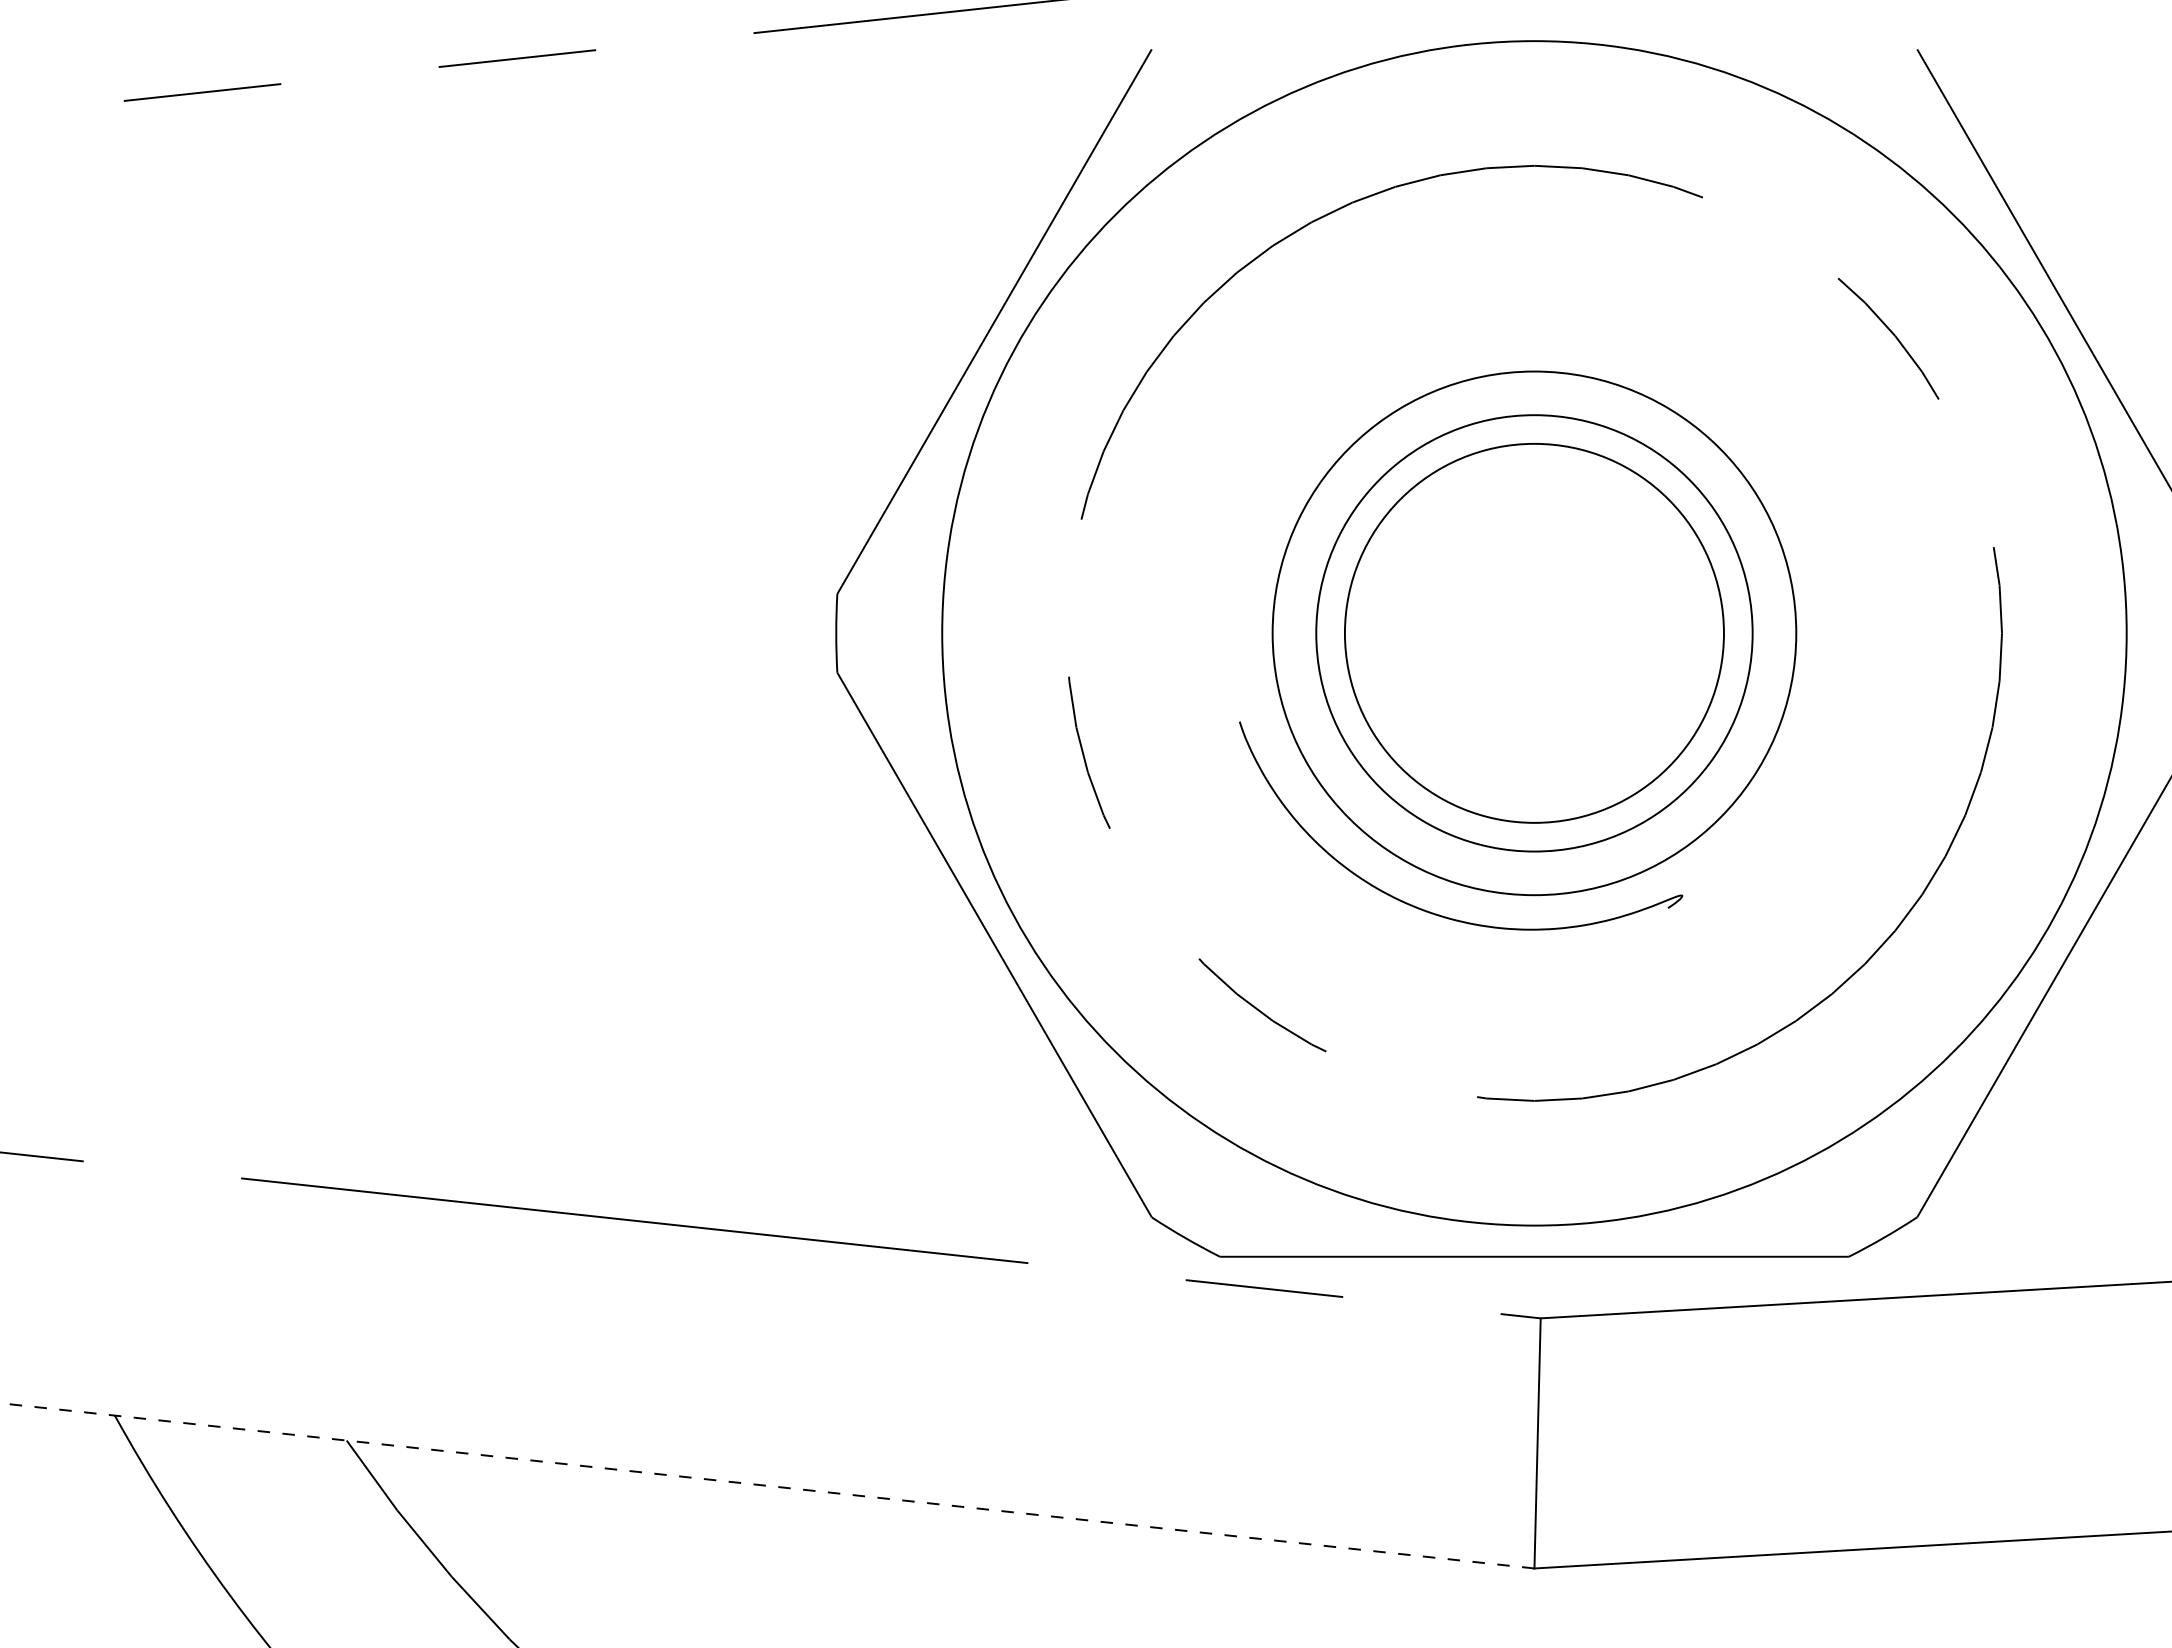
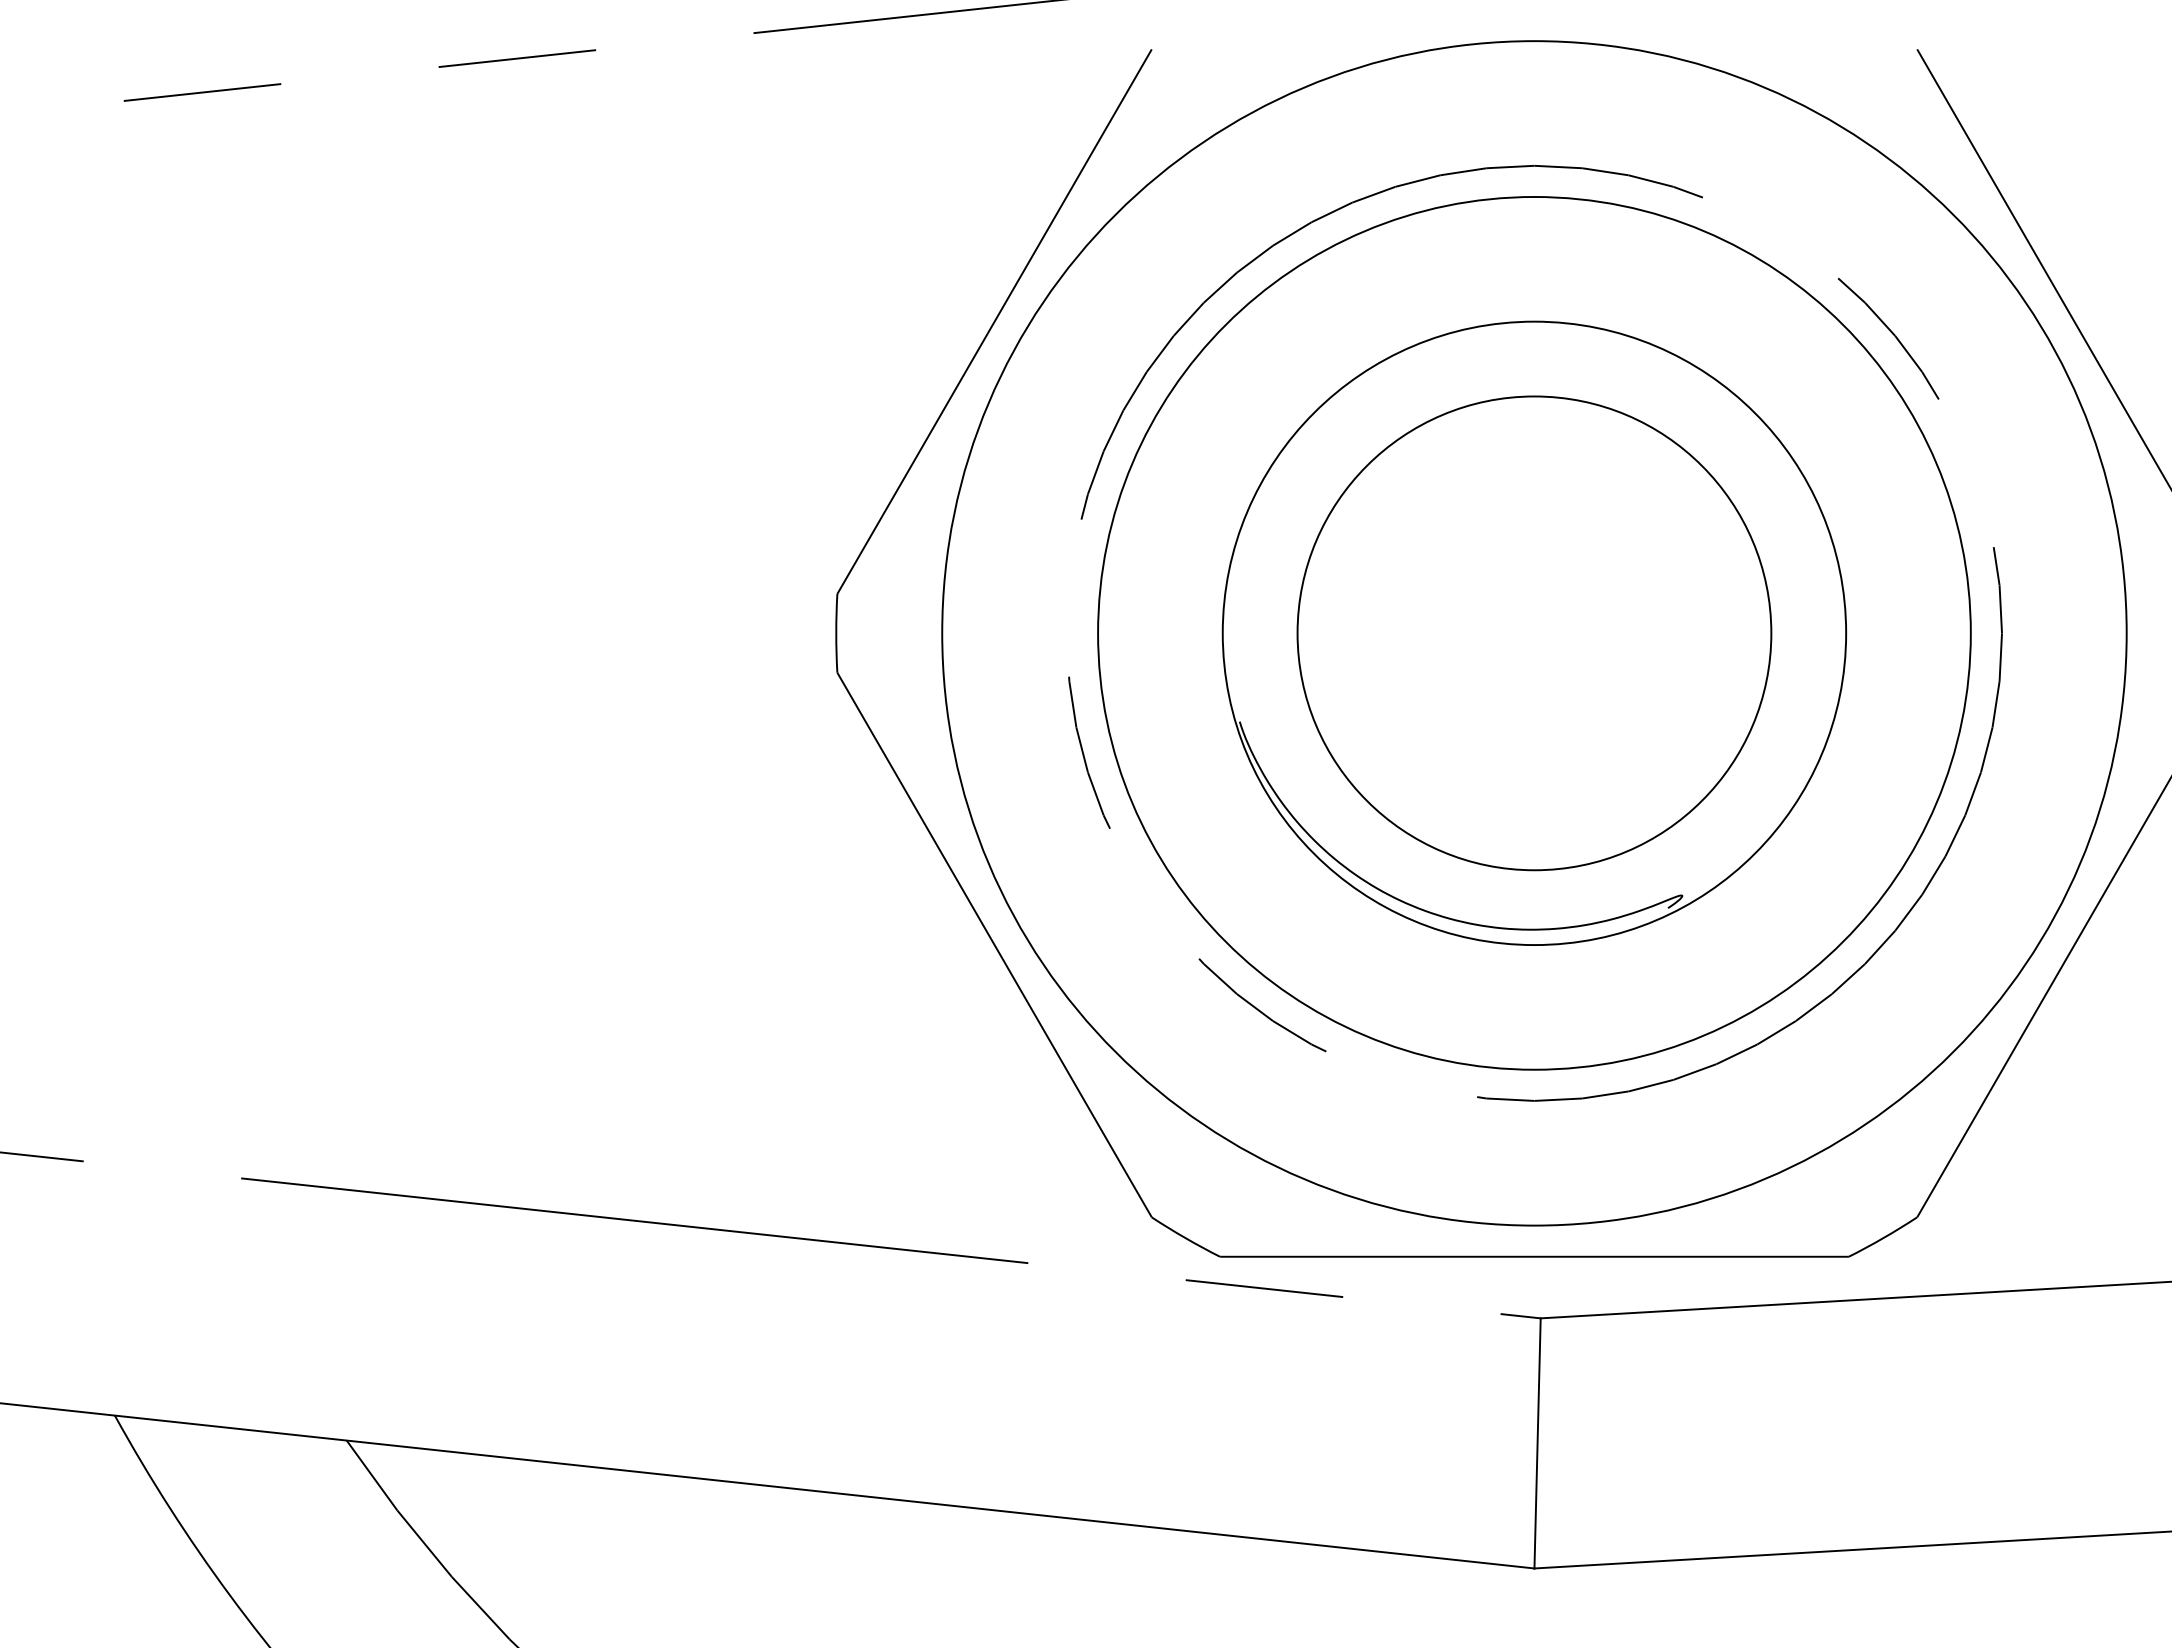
circle at (1533, 632) diameter: 379 px -> 474 px
circle at (1534, 633) diameter: 436 px -> 623 px
circle at (1534, 633) diameter: 524 px -> 873 px
line at (767, 1485): dashed -> solid
